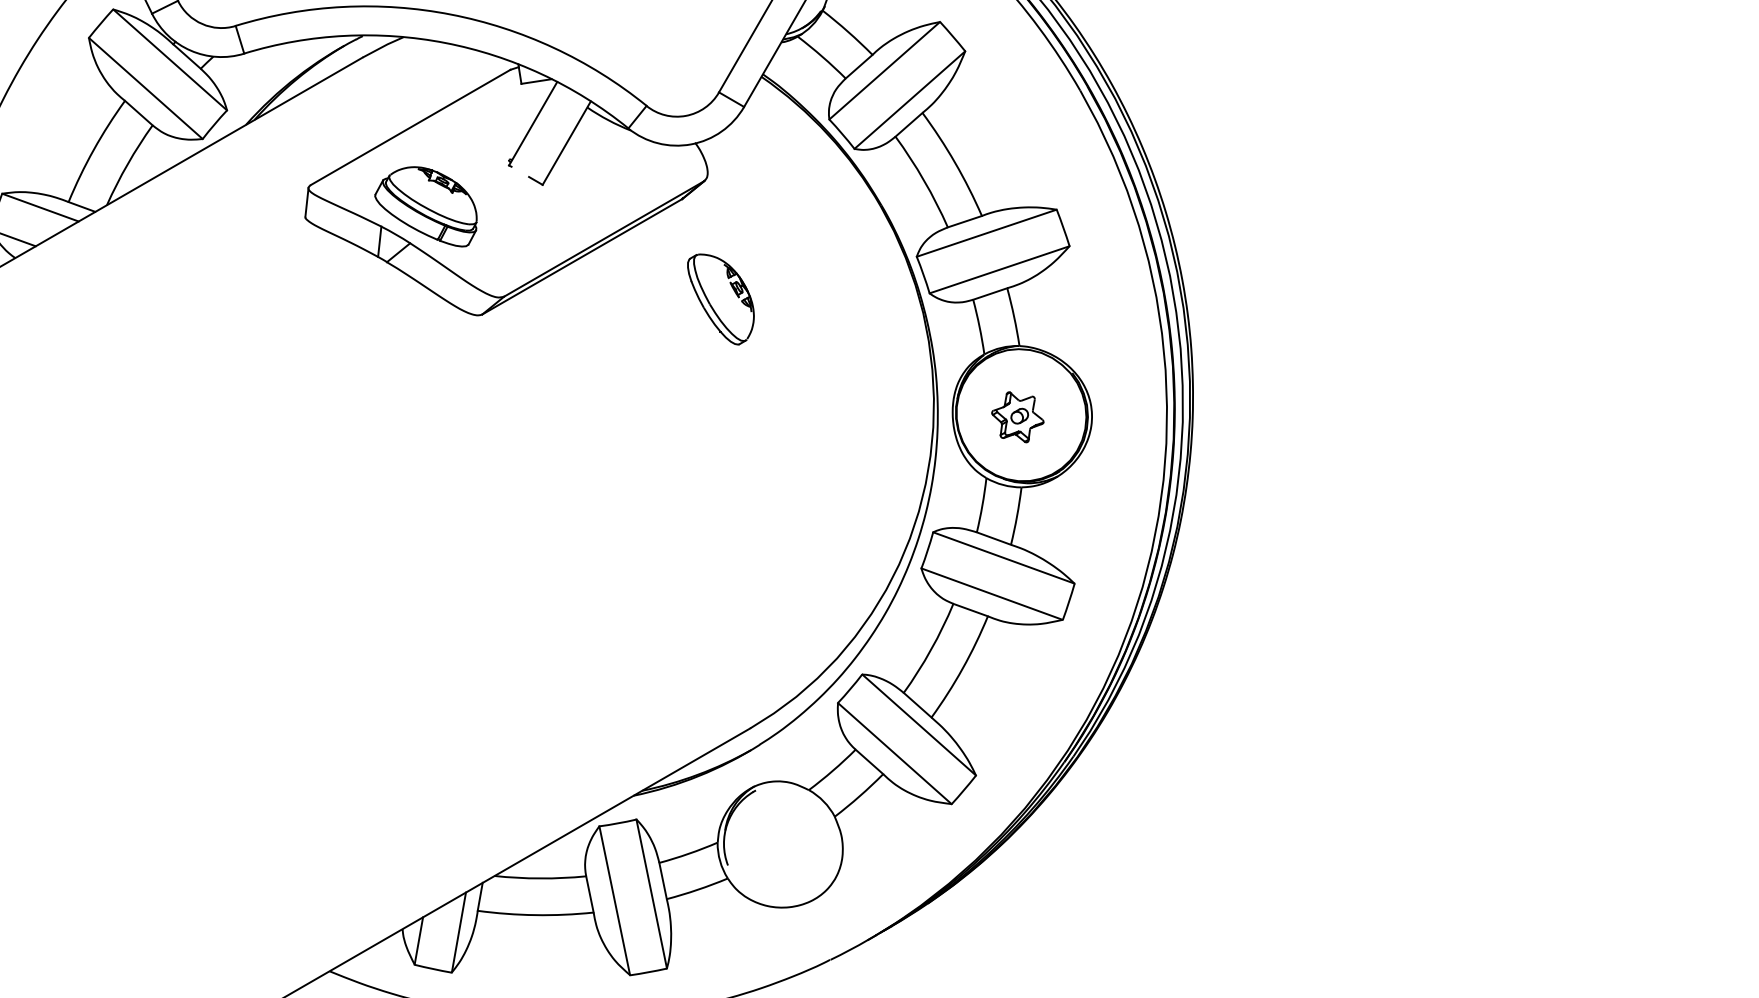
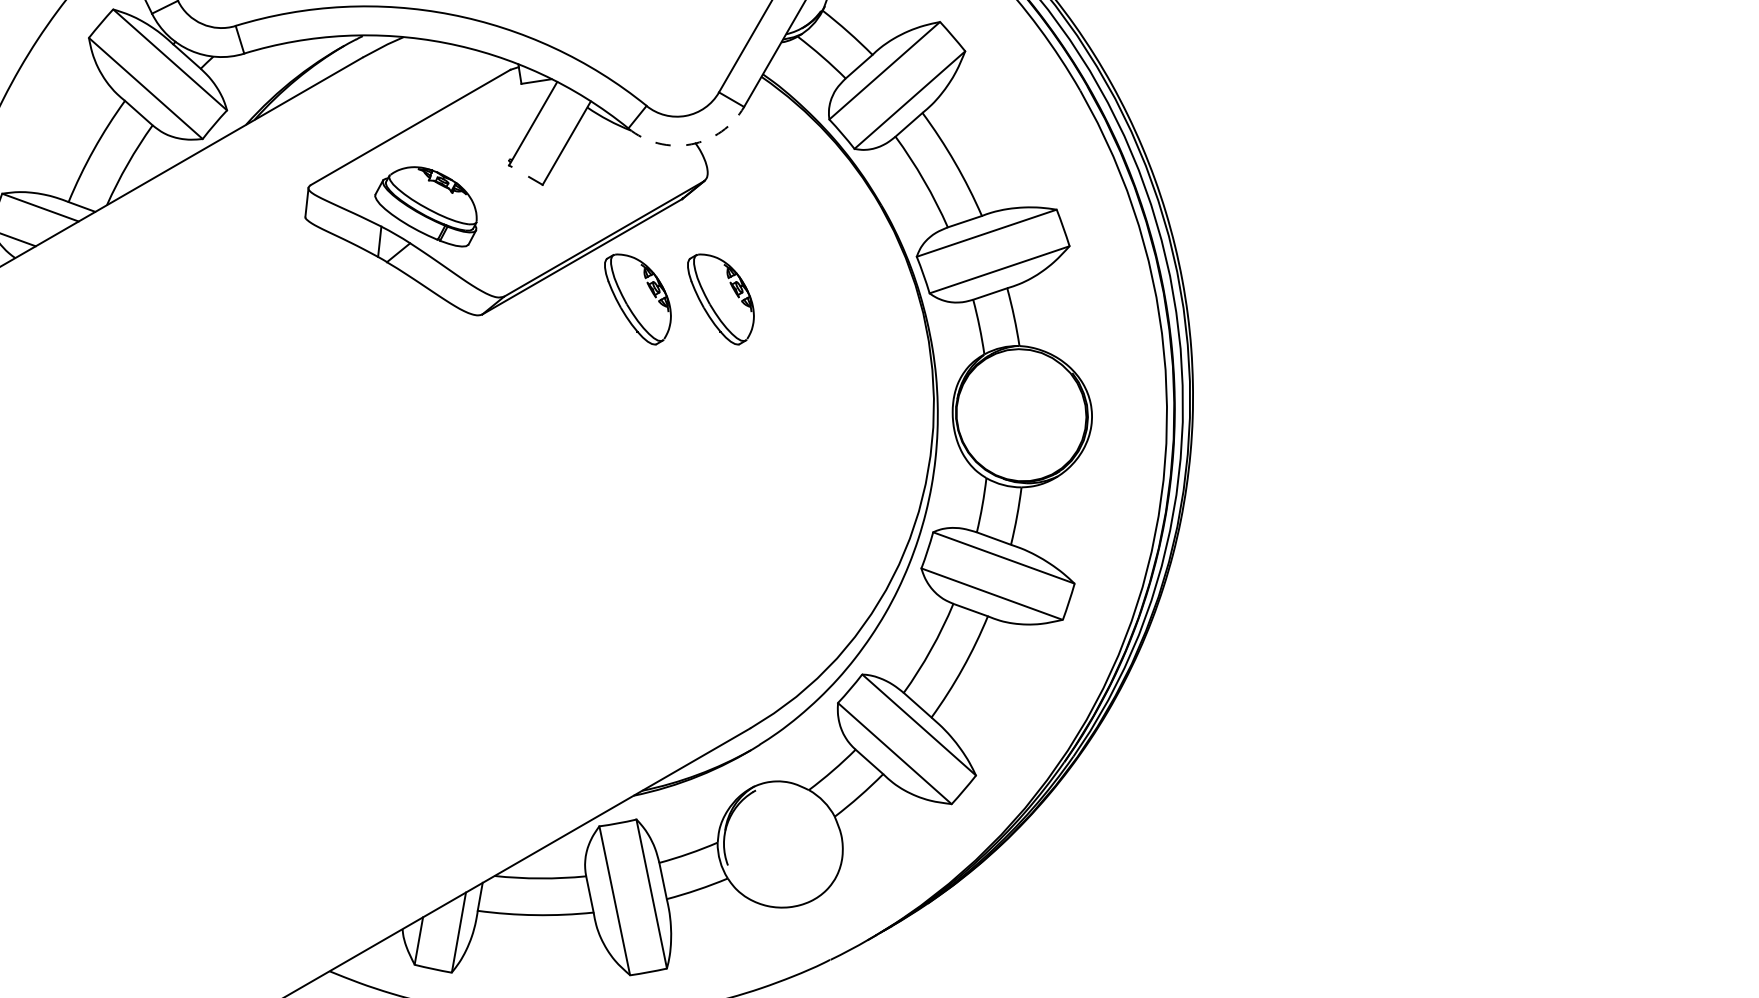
arc at (691, 144): solid -> dashed
part at (637, 299): none -> present
part at (1017, 417): present -> none
